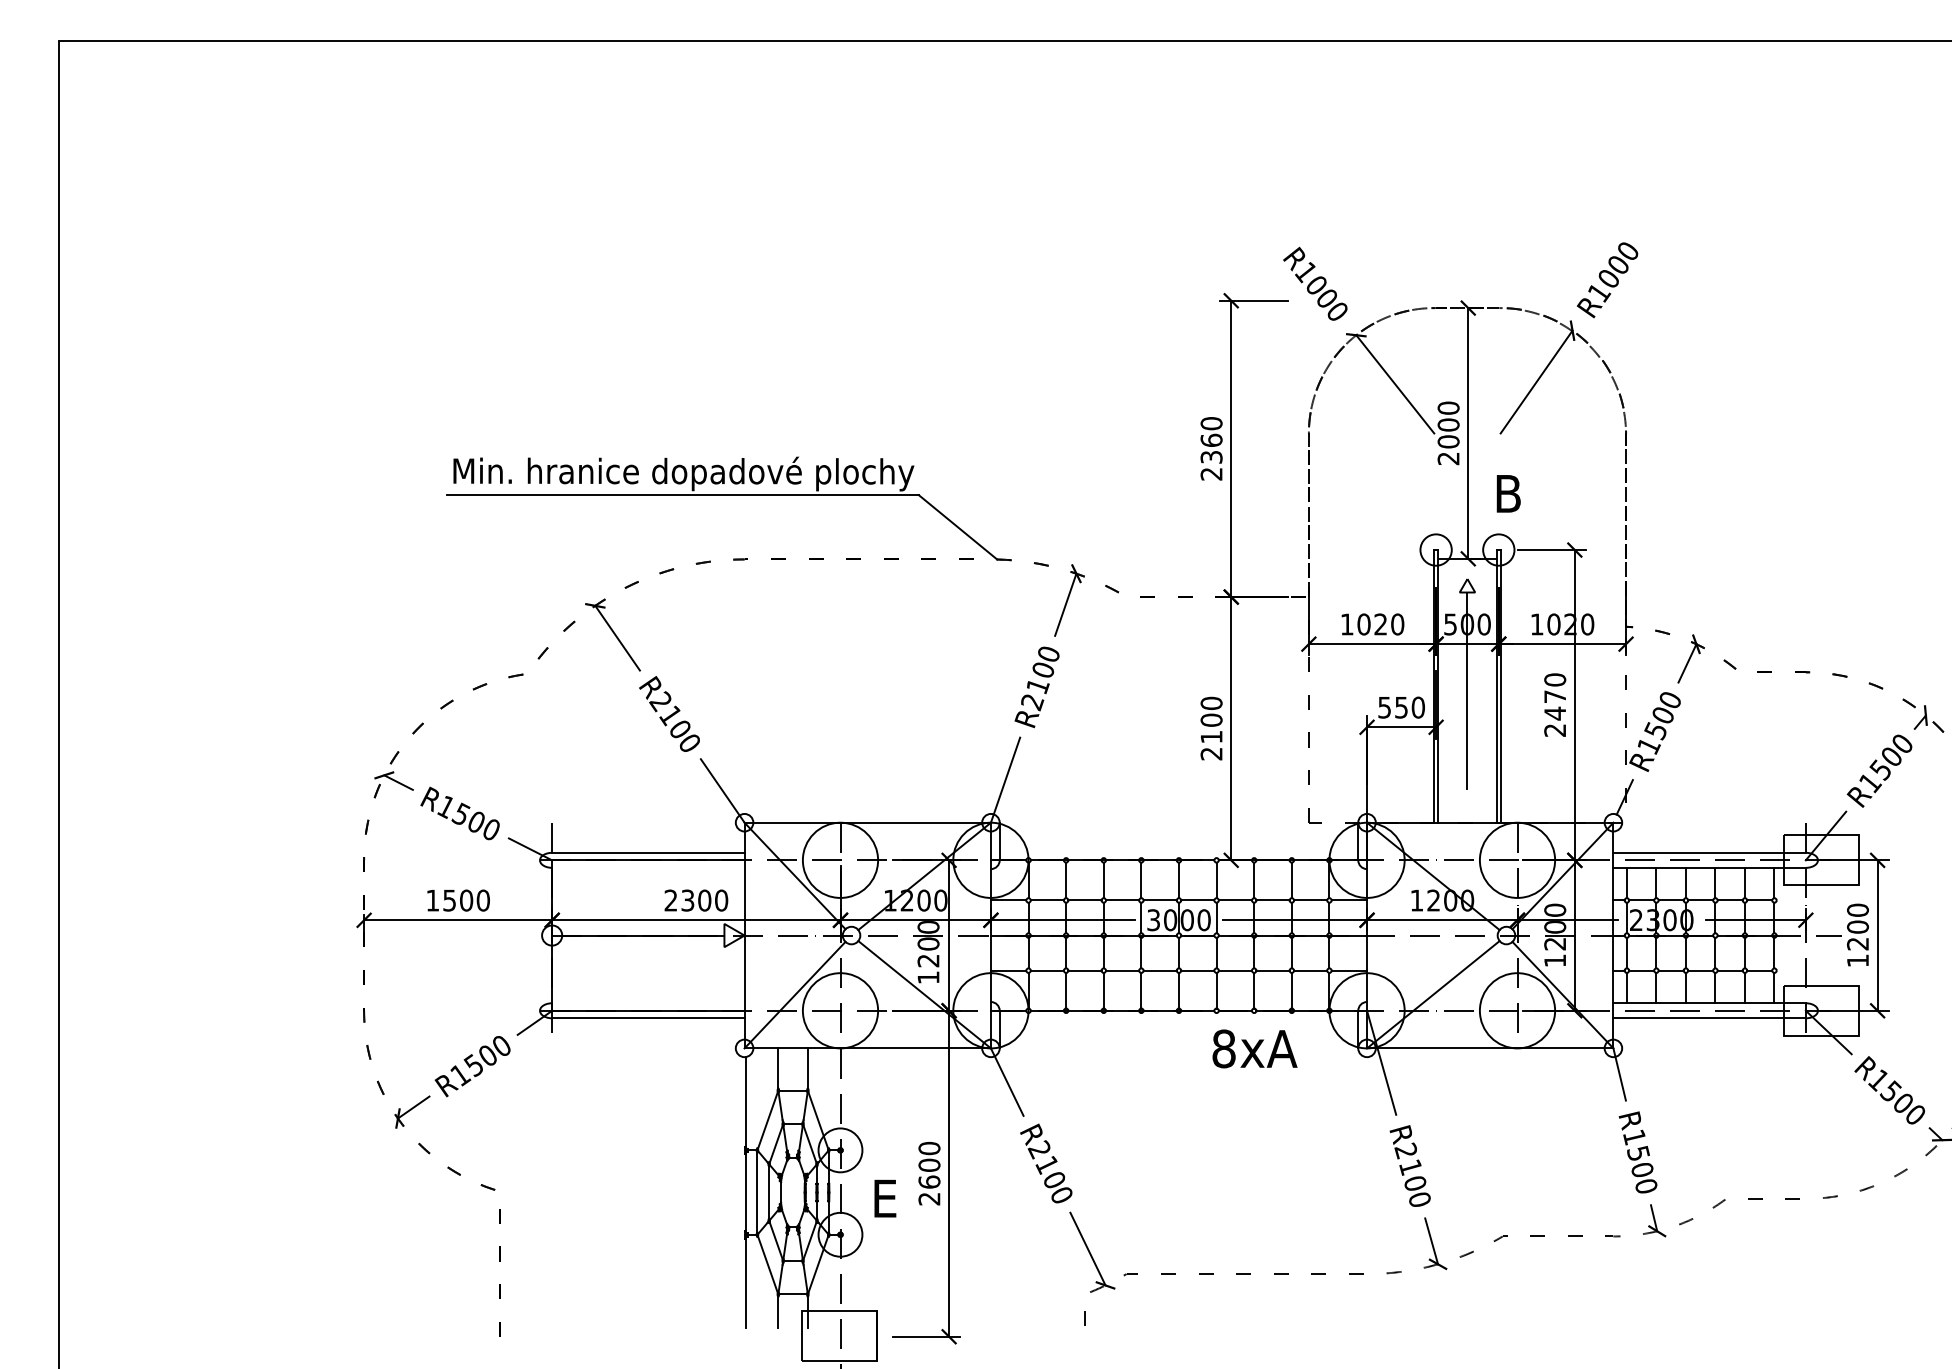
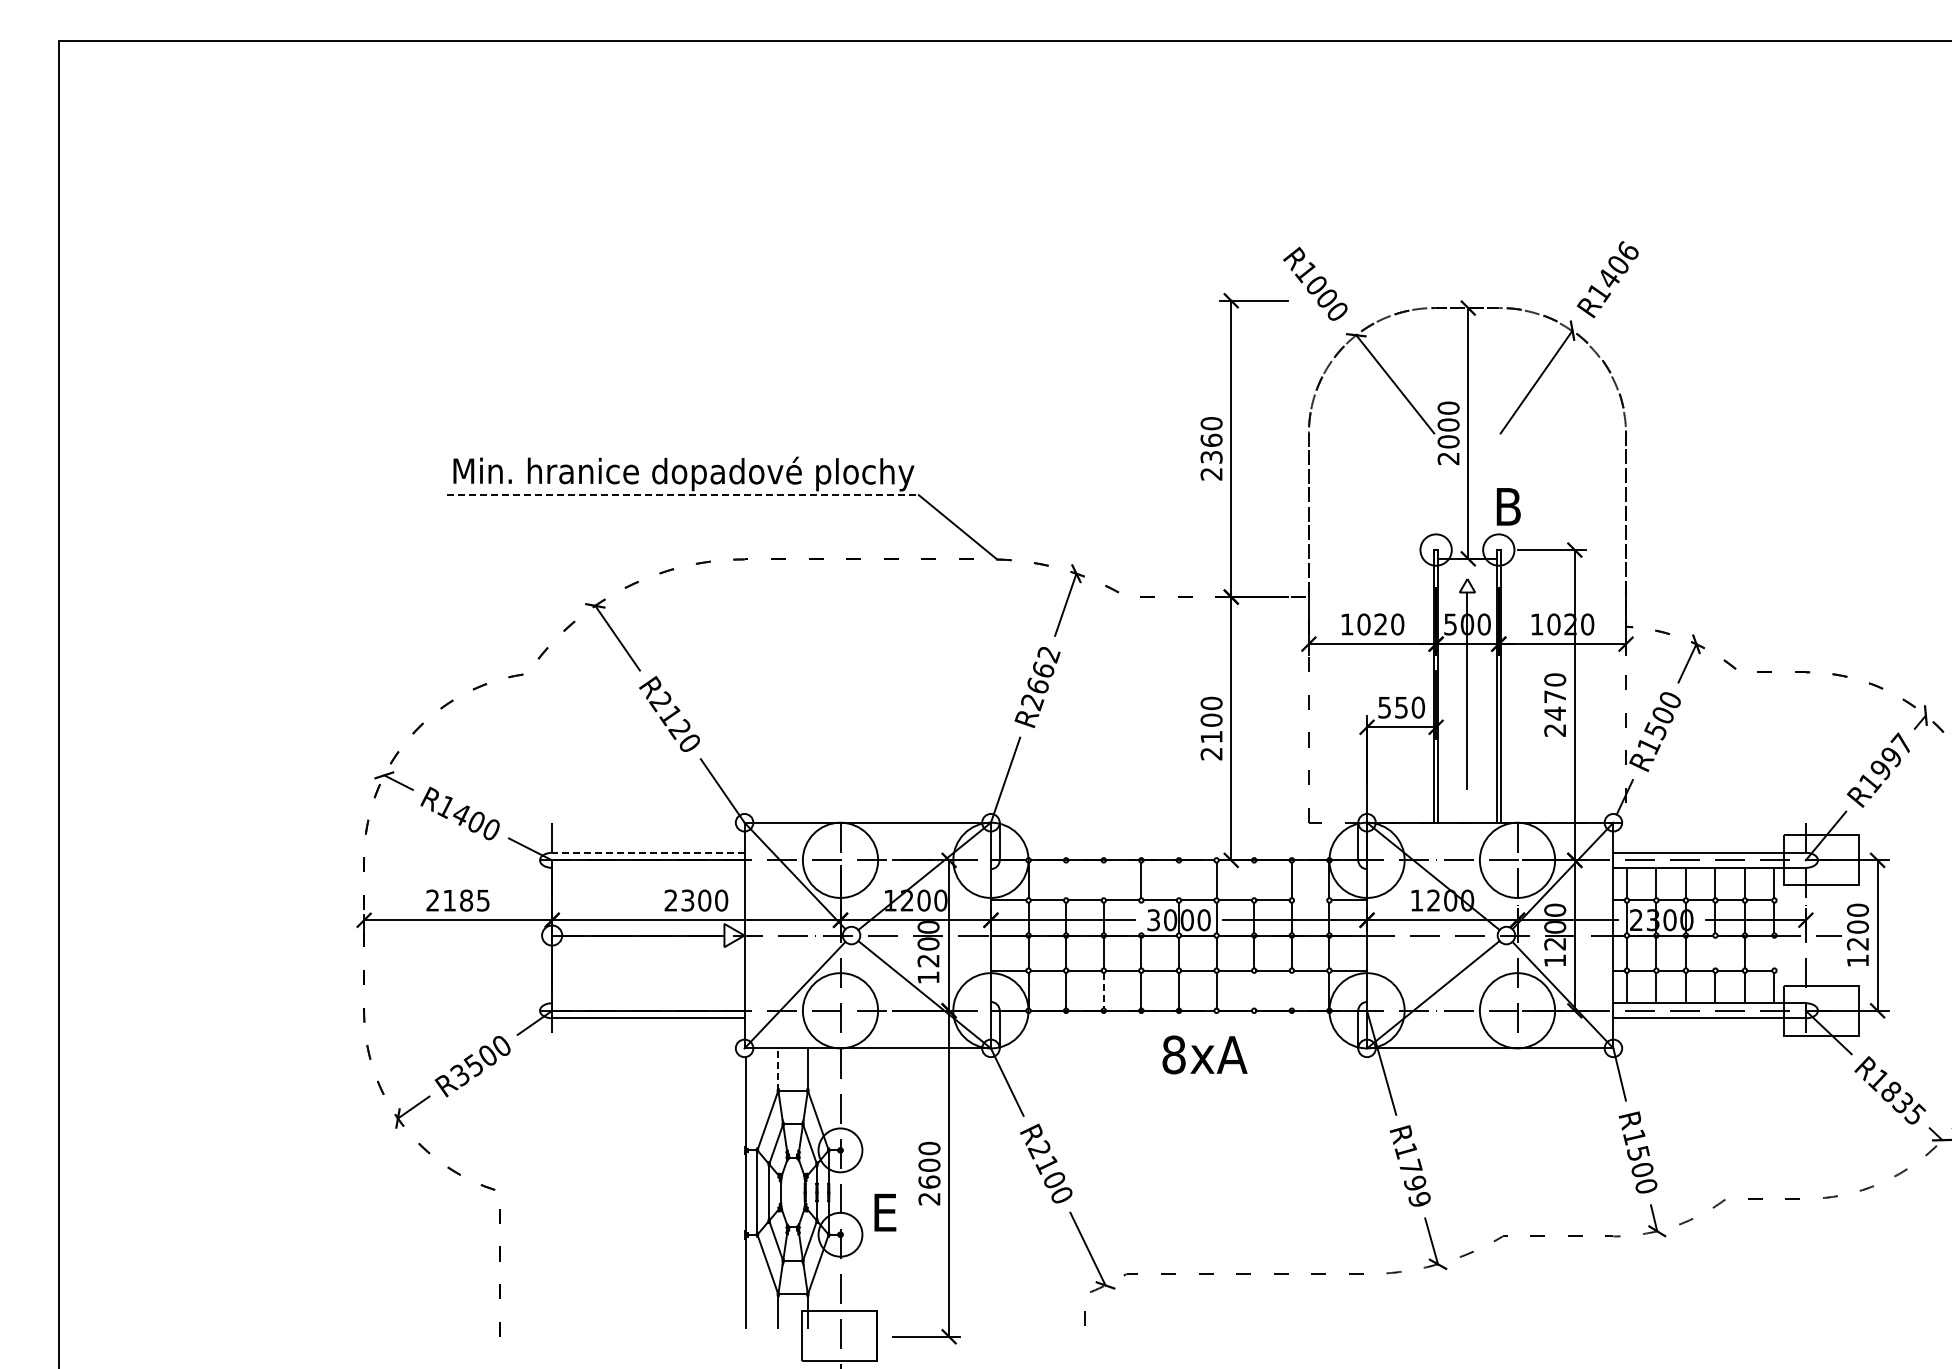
text at (1618, 264): R1000 -> R1406
text at (1508, 493) position: (1508, 493) -> (1508, 506)
line at (683, 495): solid -> dashed
text at (1043, 670): R2100 -> R2662
text at (679, 728): R2100 -> R2120
text at (1890, 756): R1500 -> R1997
text at (460, 813): R1500 -> R1400
line at (647, 852): solid -> dashed
line at (1066, 880): present -> none
line at (1103, 880): present -> none
line at (1178, 880): present -> none
line at (1254, 880): present -> none
text at (457, 900): 1500 -> 2185
line at (1310, 900): present -> none
line at (1141, 917): present -> none
line at (1715, 952): present -> none
line at (1774, 952): present -> none
line at (1103, 990): solid -> dashed
line at (1254, 990): present -> none
line at (1291, 990): present -> none
text at (1254, 1048) position: (1254, 1048) -> (1204, 1054)
line at (778, 1069): solid -> dashed
text at (460, 1075): R1500 -> R3500
text at (1902, 1102): R1500 -> R1835
text at (1412, 1174): R2100 -> R1799
text at (885, 1198) position: (885, 1198) -> (885, 1212)
